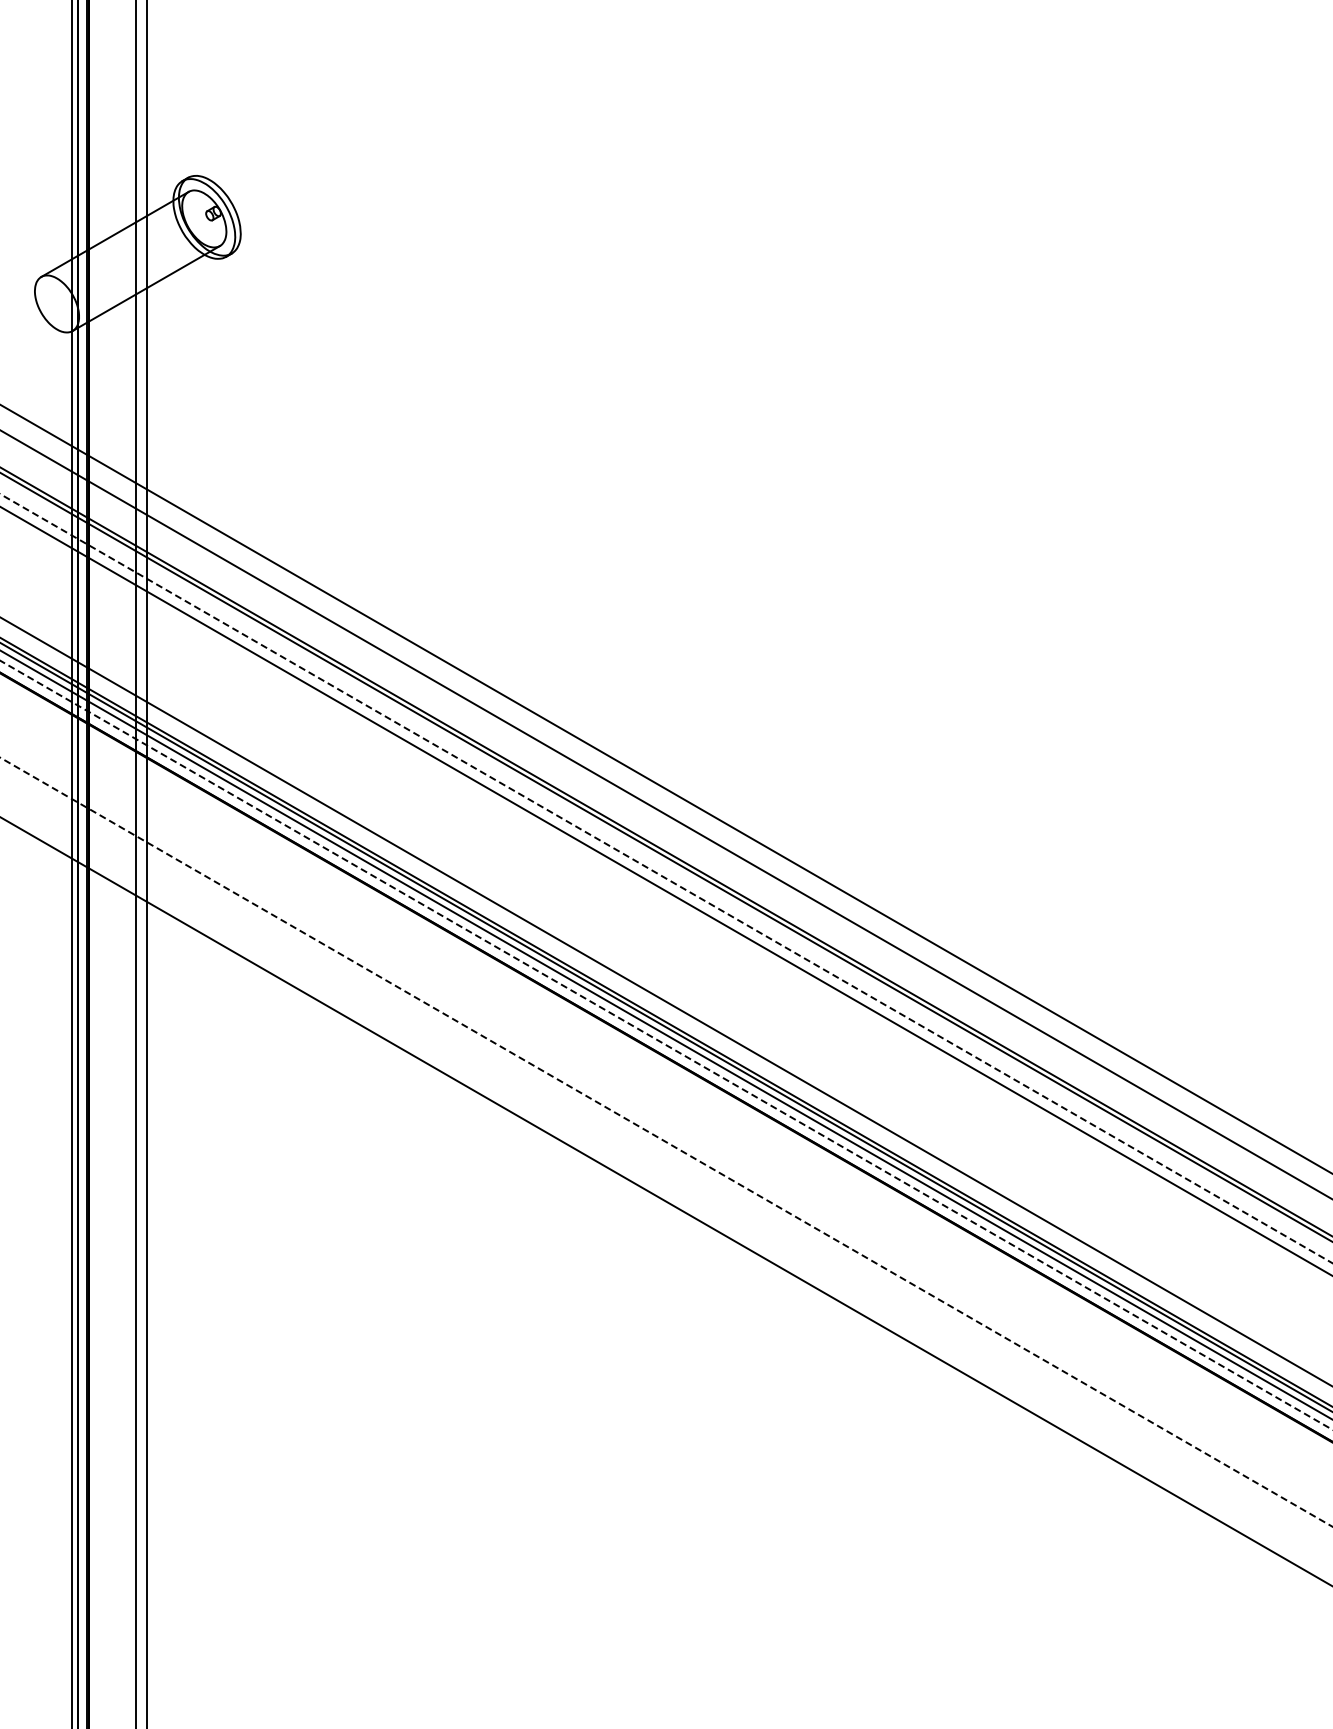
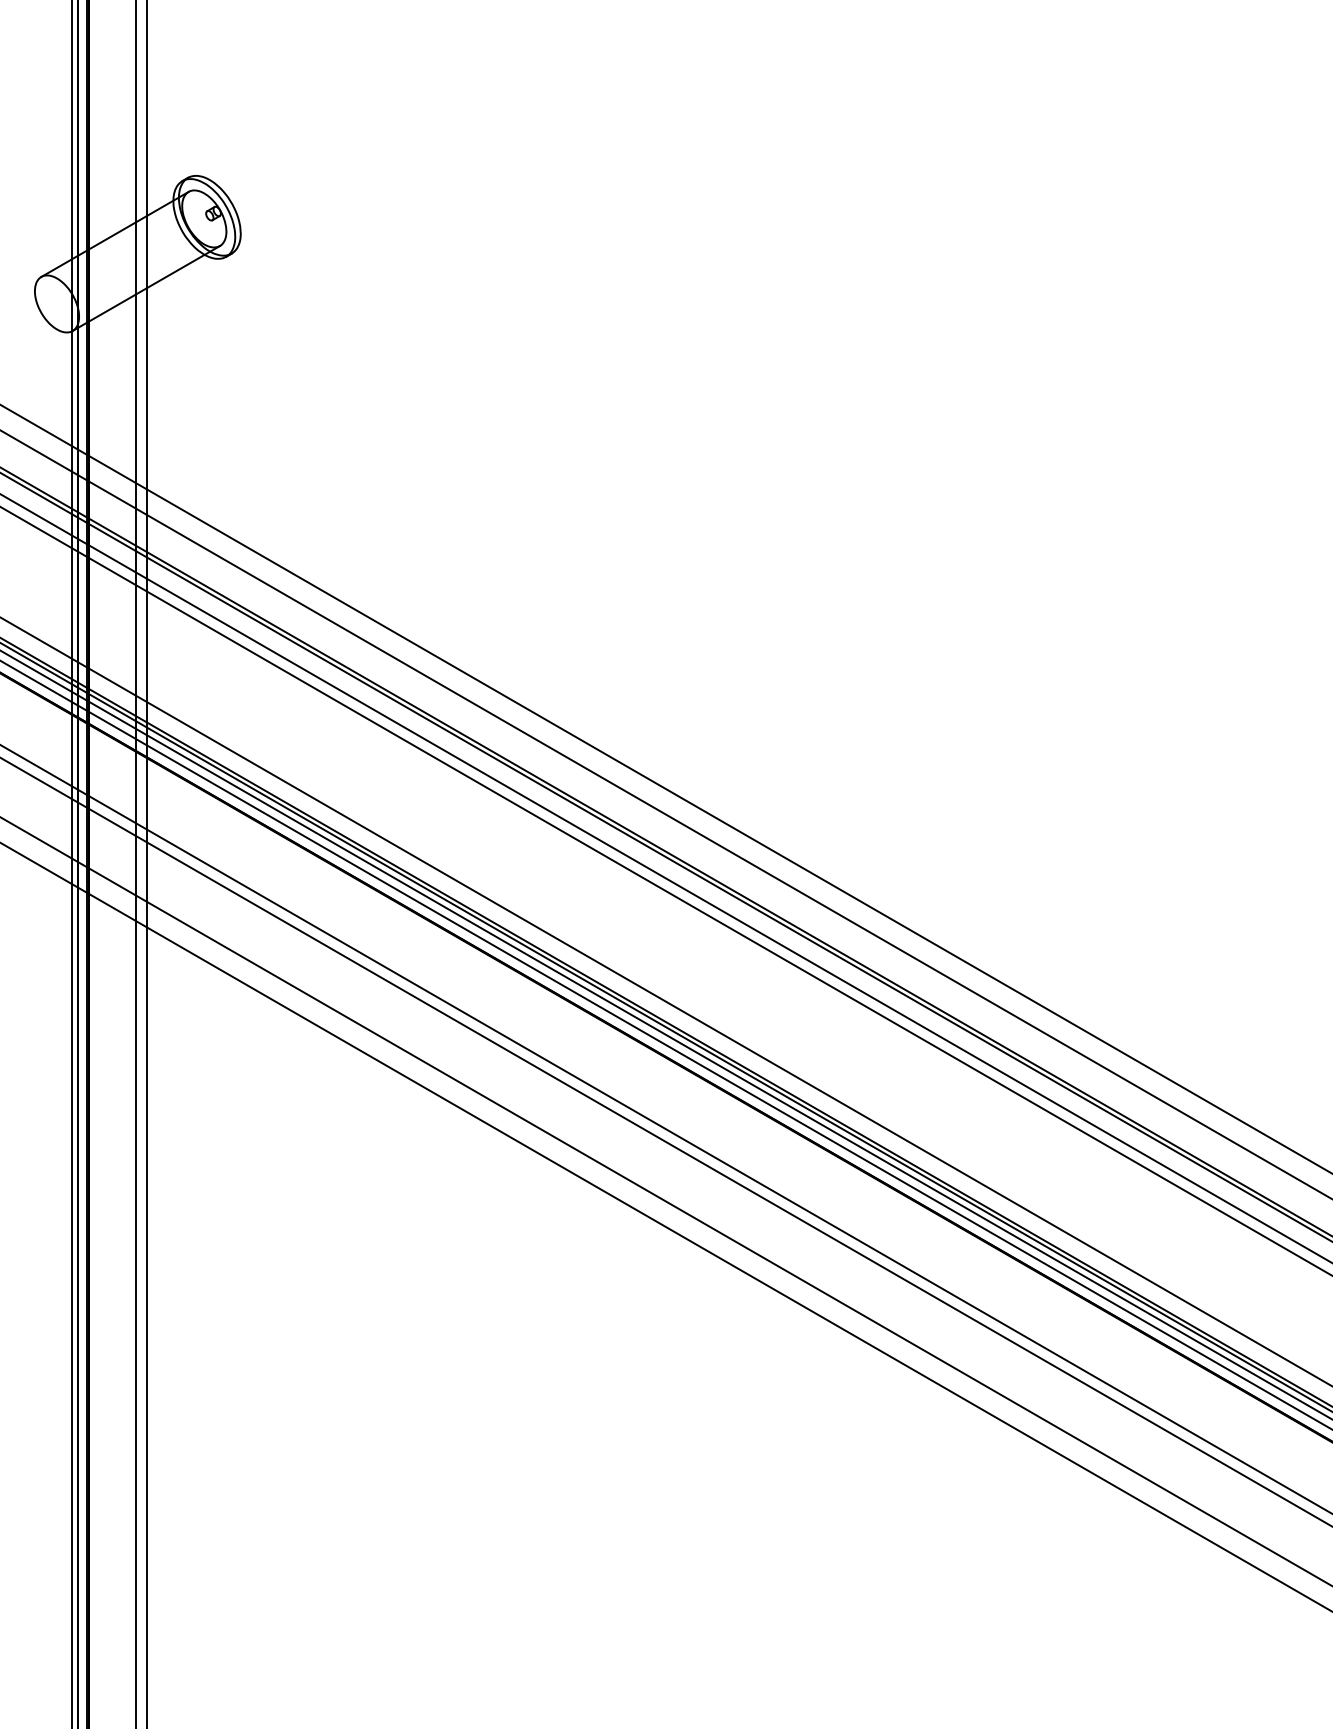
line at (666, 878): dashed -> solid
line at (666, 1045): dashed -> solid
line at (665, 1128): none -> present
line at (666, 1142): dashed -> solid
line at (665, 1226): none -> present
